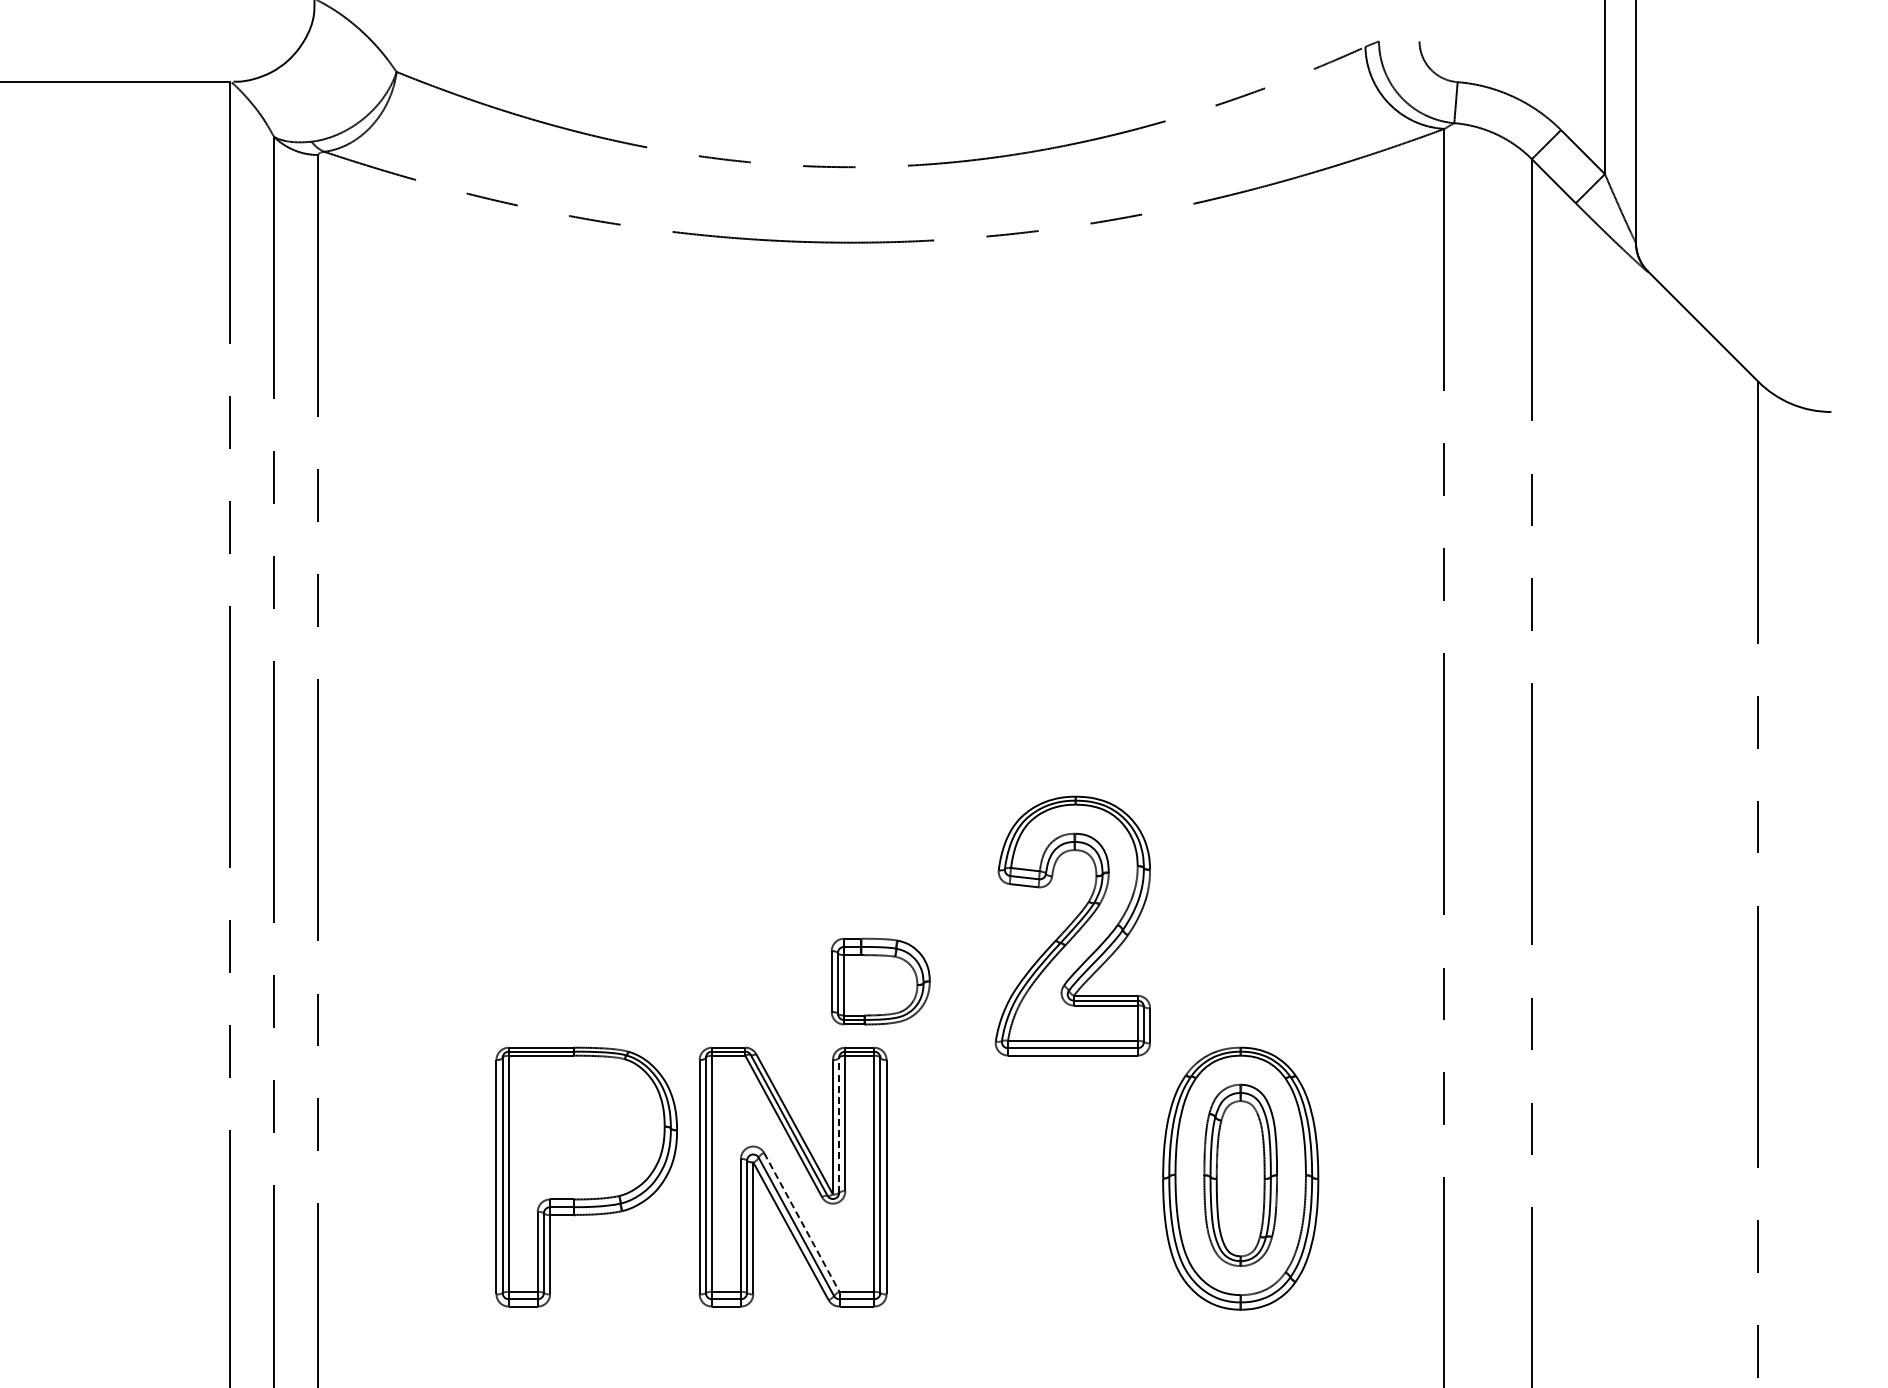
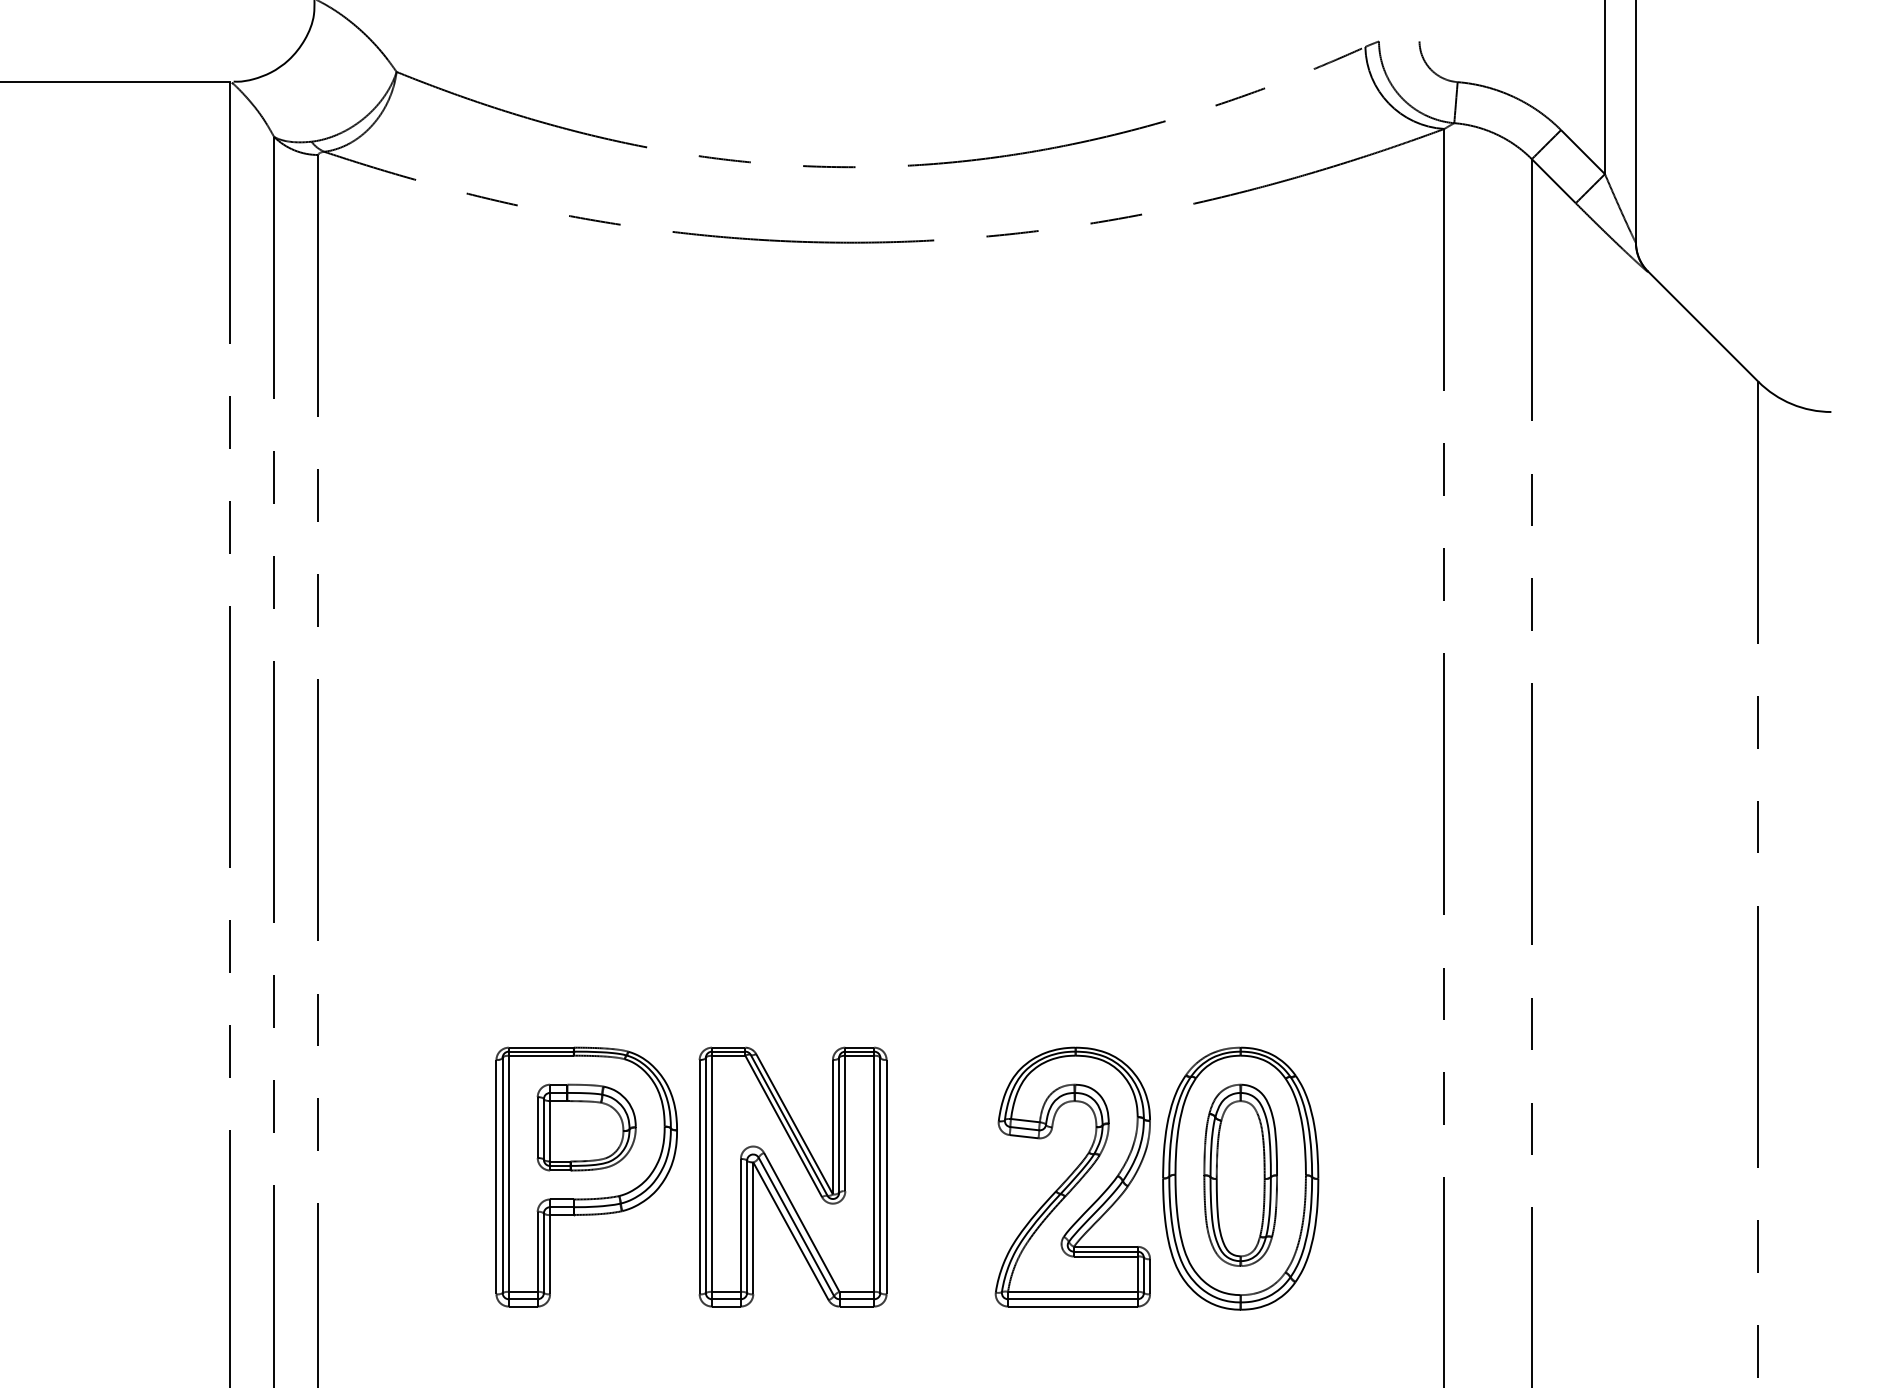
part at (1072, 925) position: (1072, 925) -> (1072, 1176)
part at (880, 981) position: (880, 981) -> (586, 1127)
line at (839, 1124): dashed -> solid
line at (801, 1222): dashed -> solid
